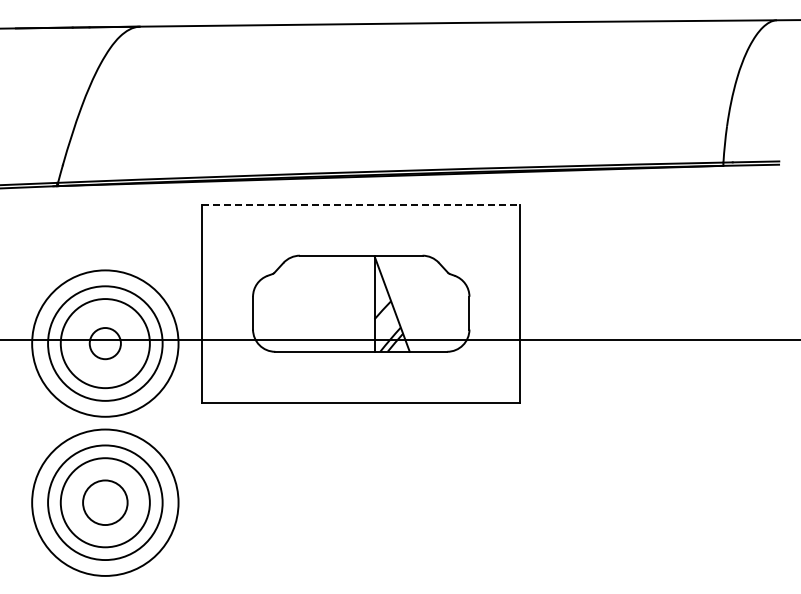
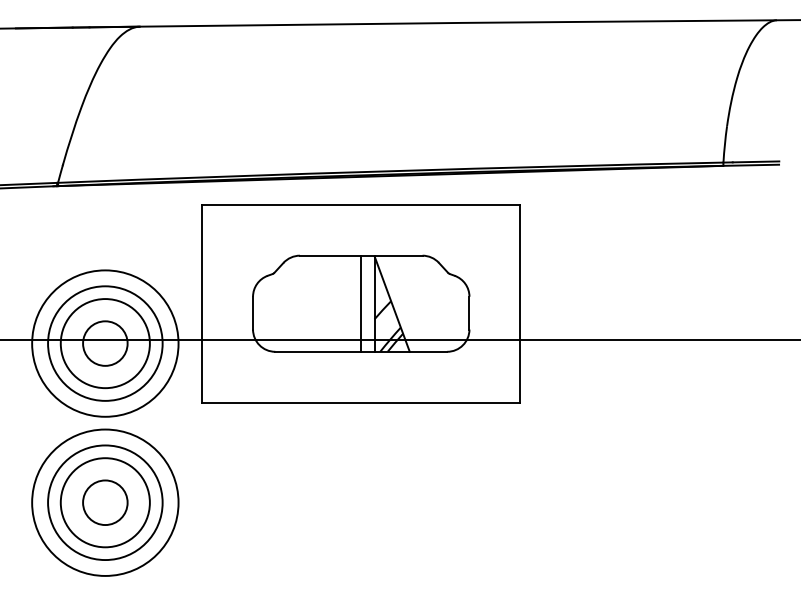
line at (361, 204): dashed -> solid
line at (360, 303): none -> present
circle at (104, 343) diameter: 31 px -> 45 px
